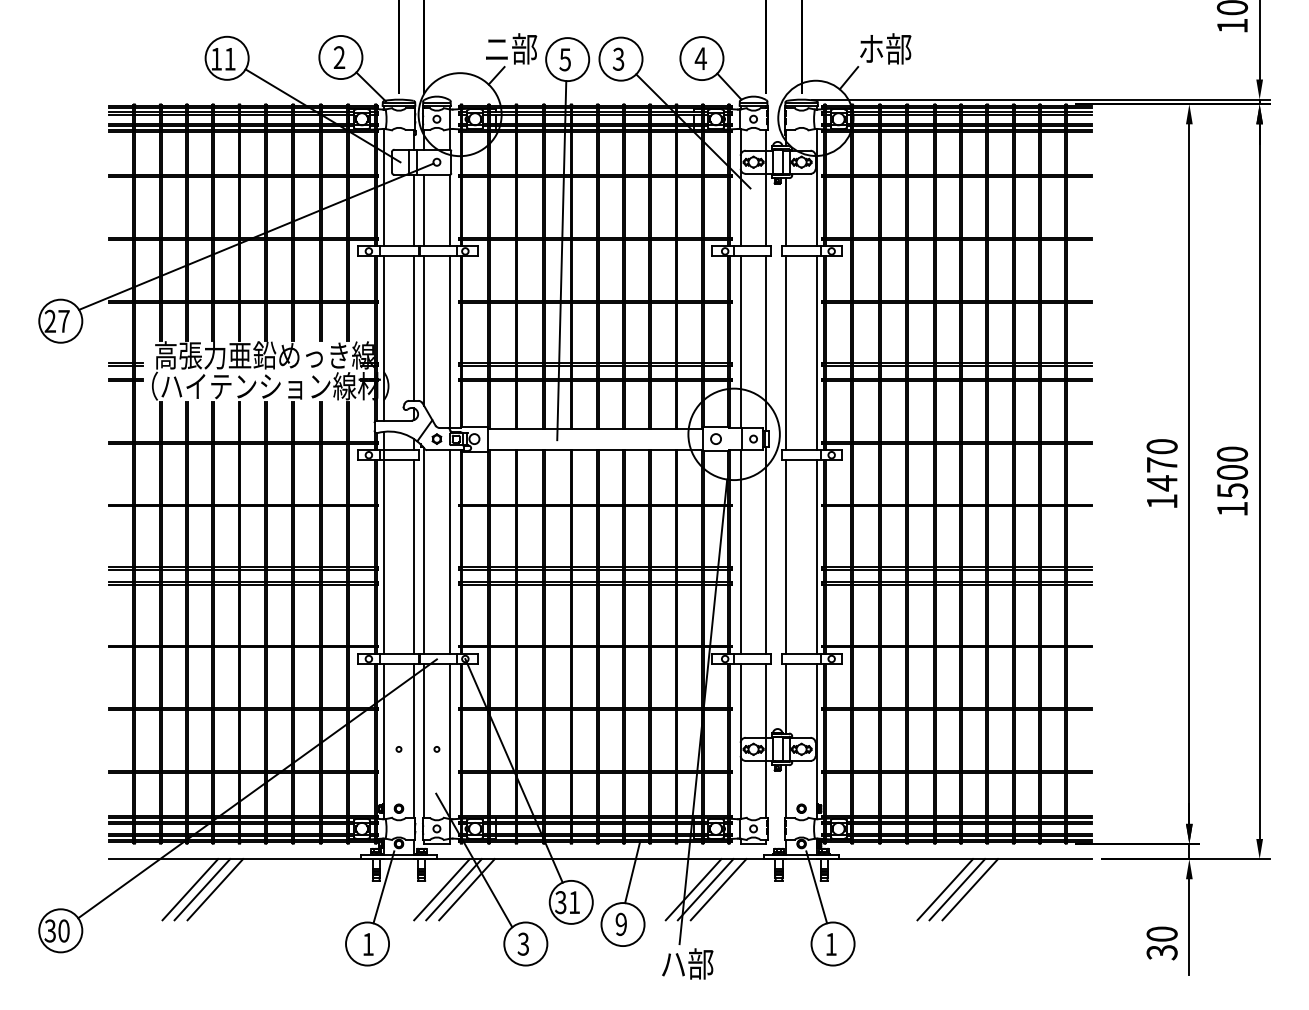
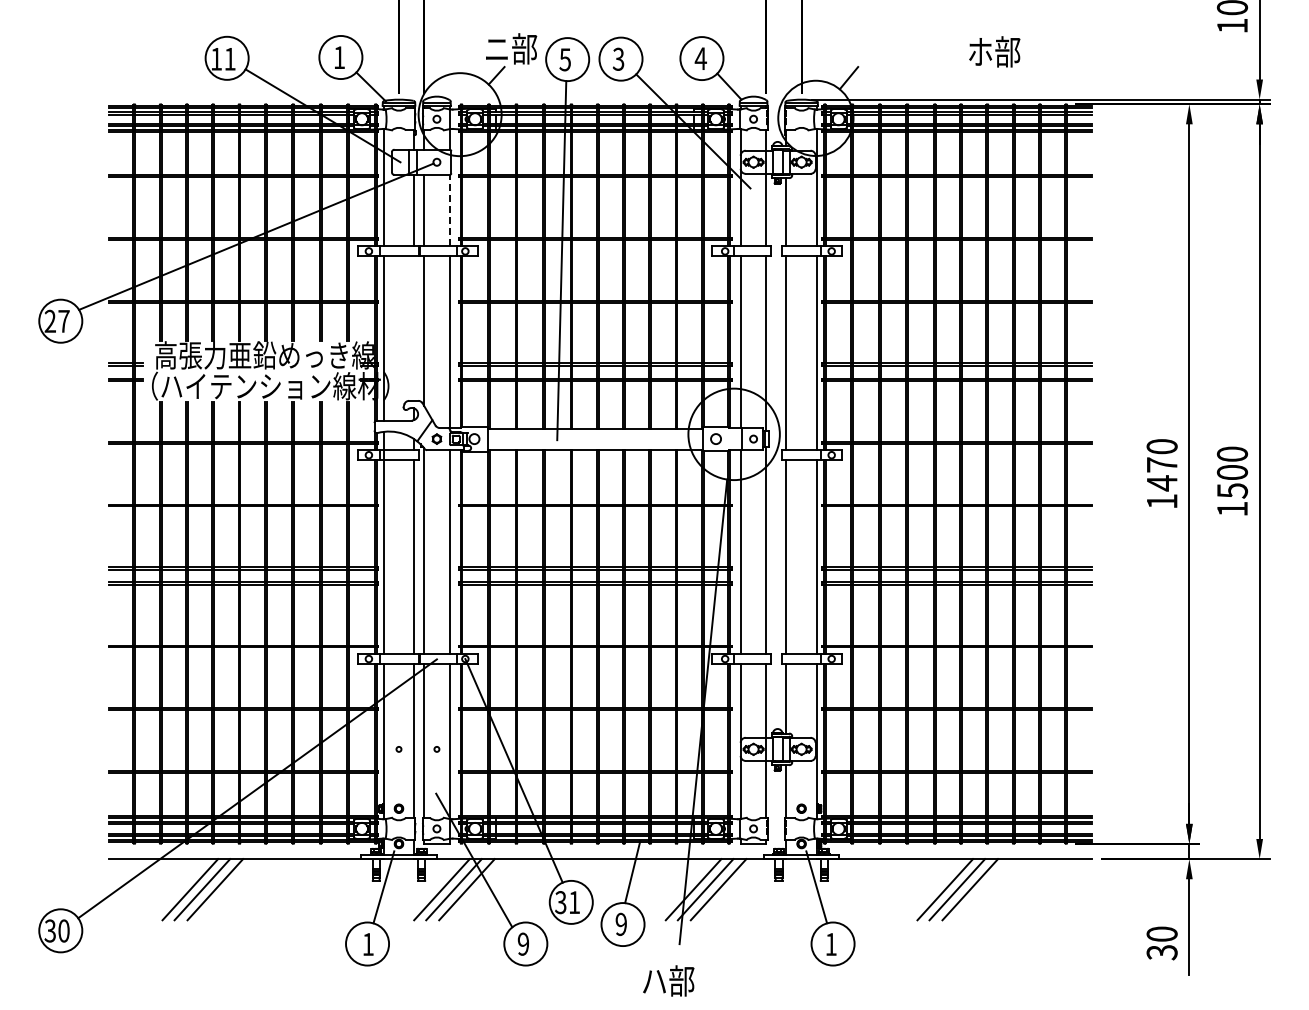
text at (885, 48) position: (885, 48) -> (994, 51)
text at (339, 57): 2 -> 1
line at (449, 210): solid -> dashed
line at (414, 328): present -> none
text at (522, 944): 3 -> 9
text at (687, 963) position: (687, 963) -> (668, 980)
